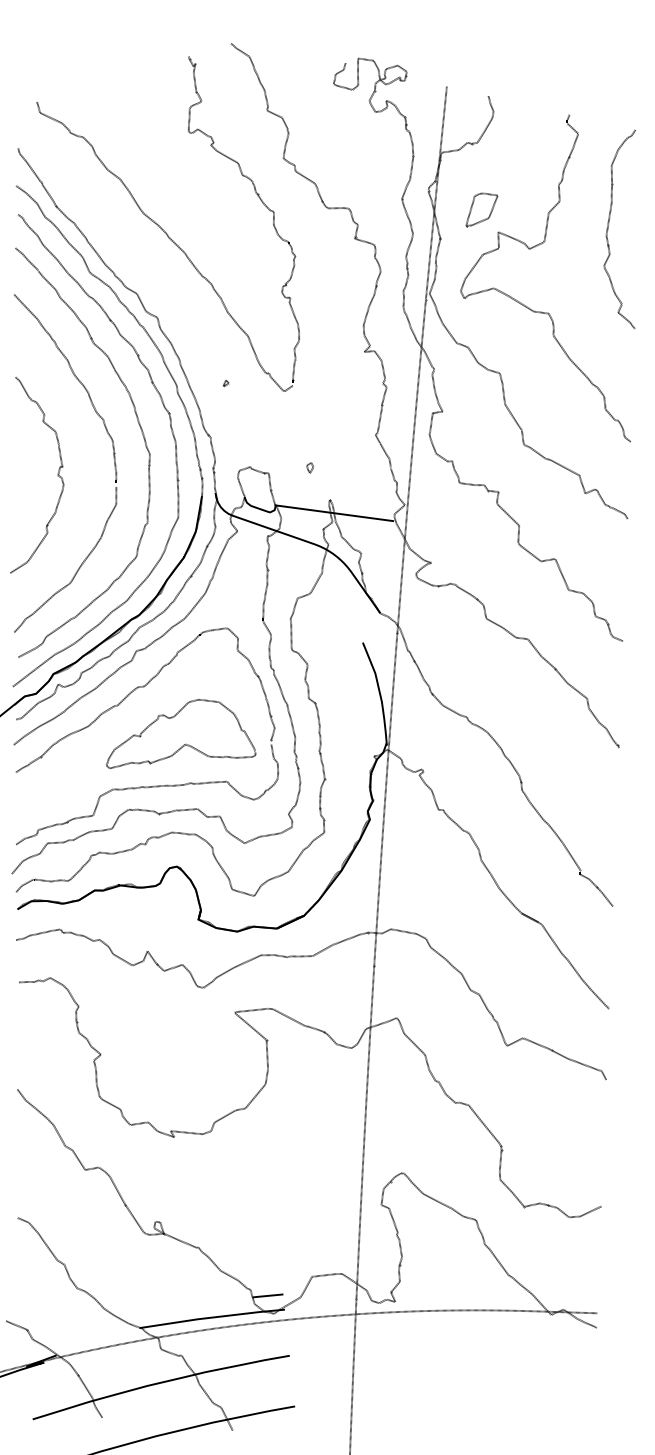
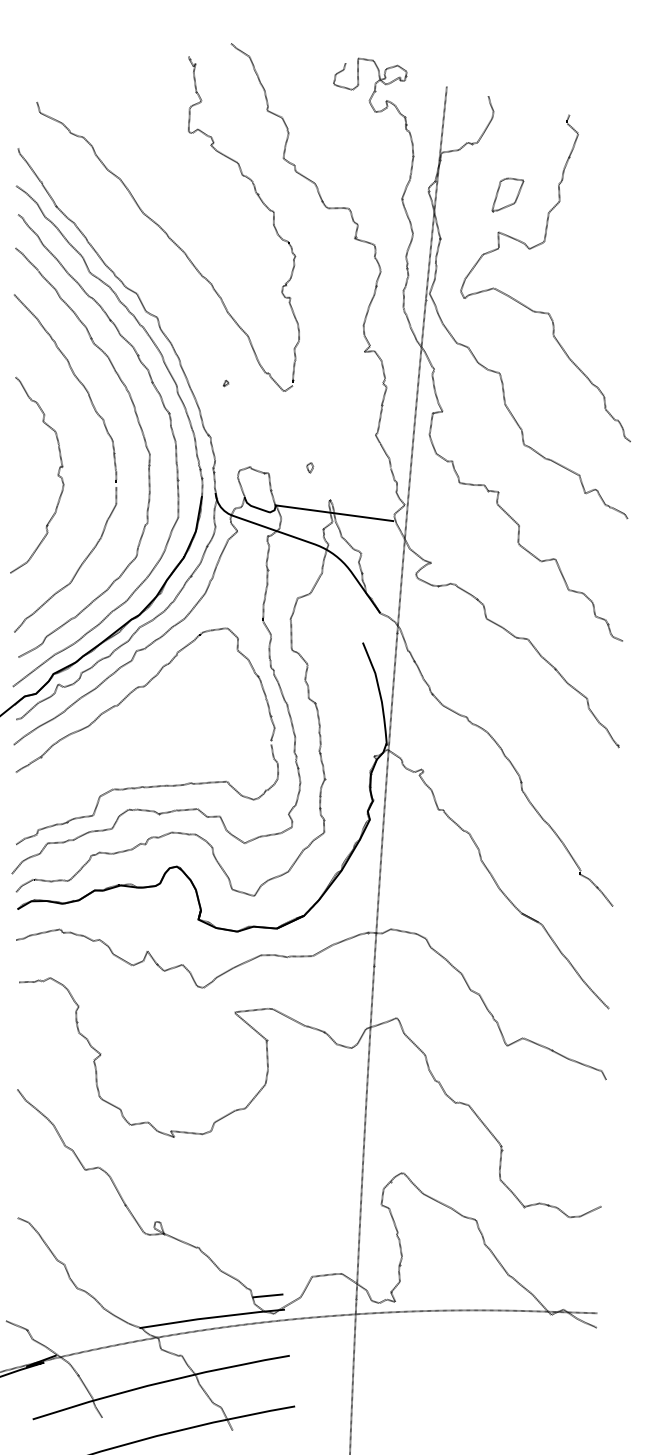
part at (481, 209) position: (481, 209) -> (507, 194)
curve at (608, 229): present -> none
part at (180, 734): present -> none
